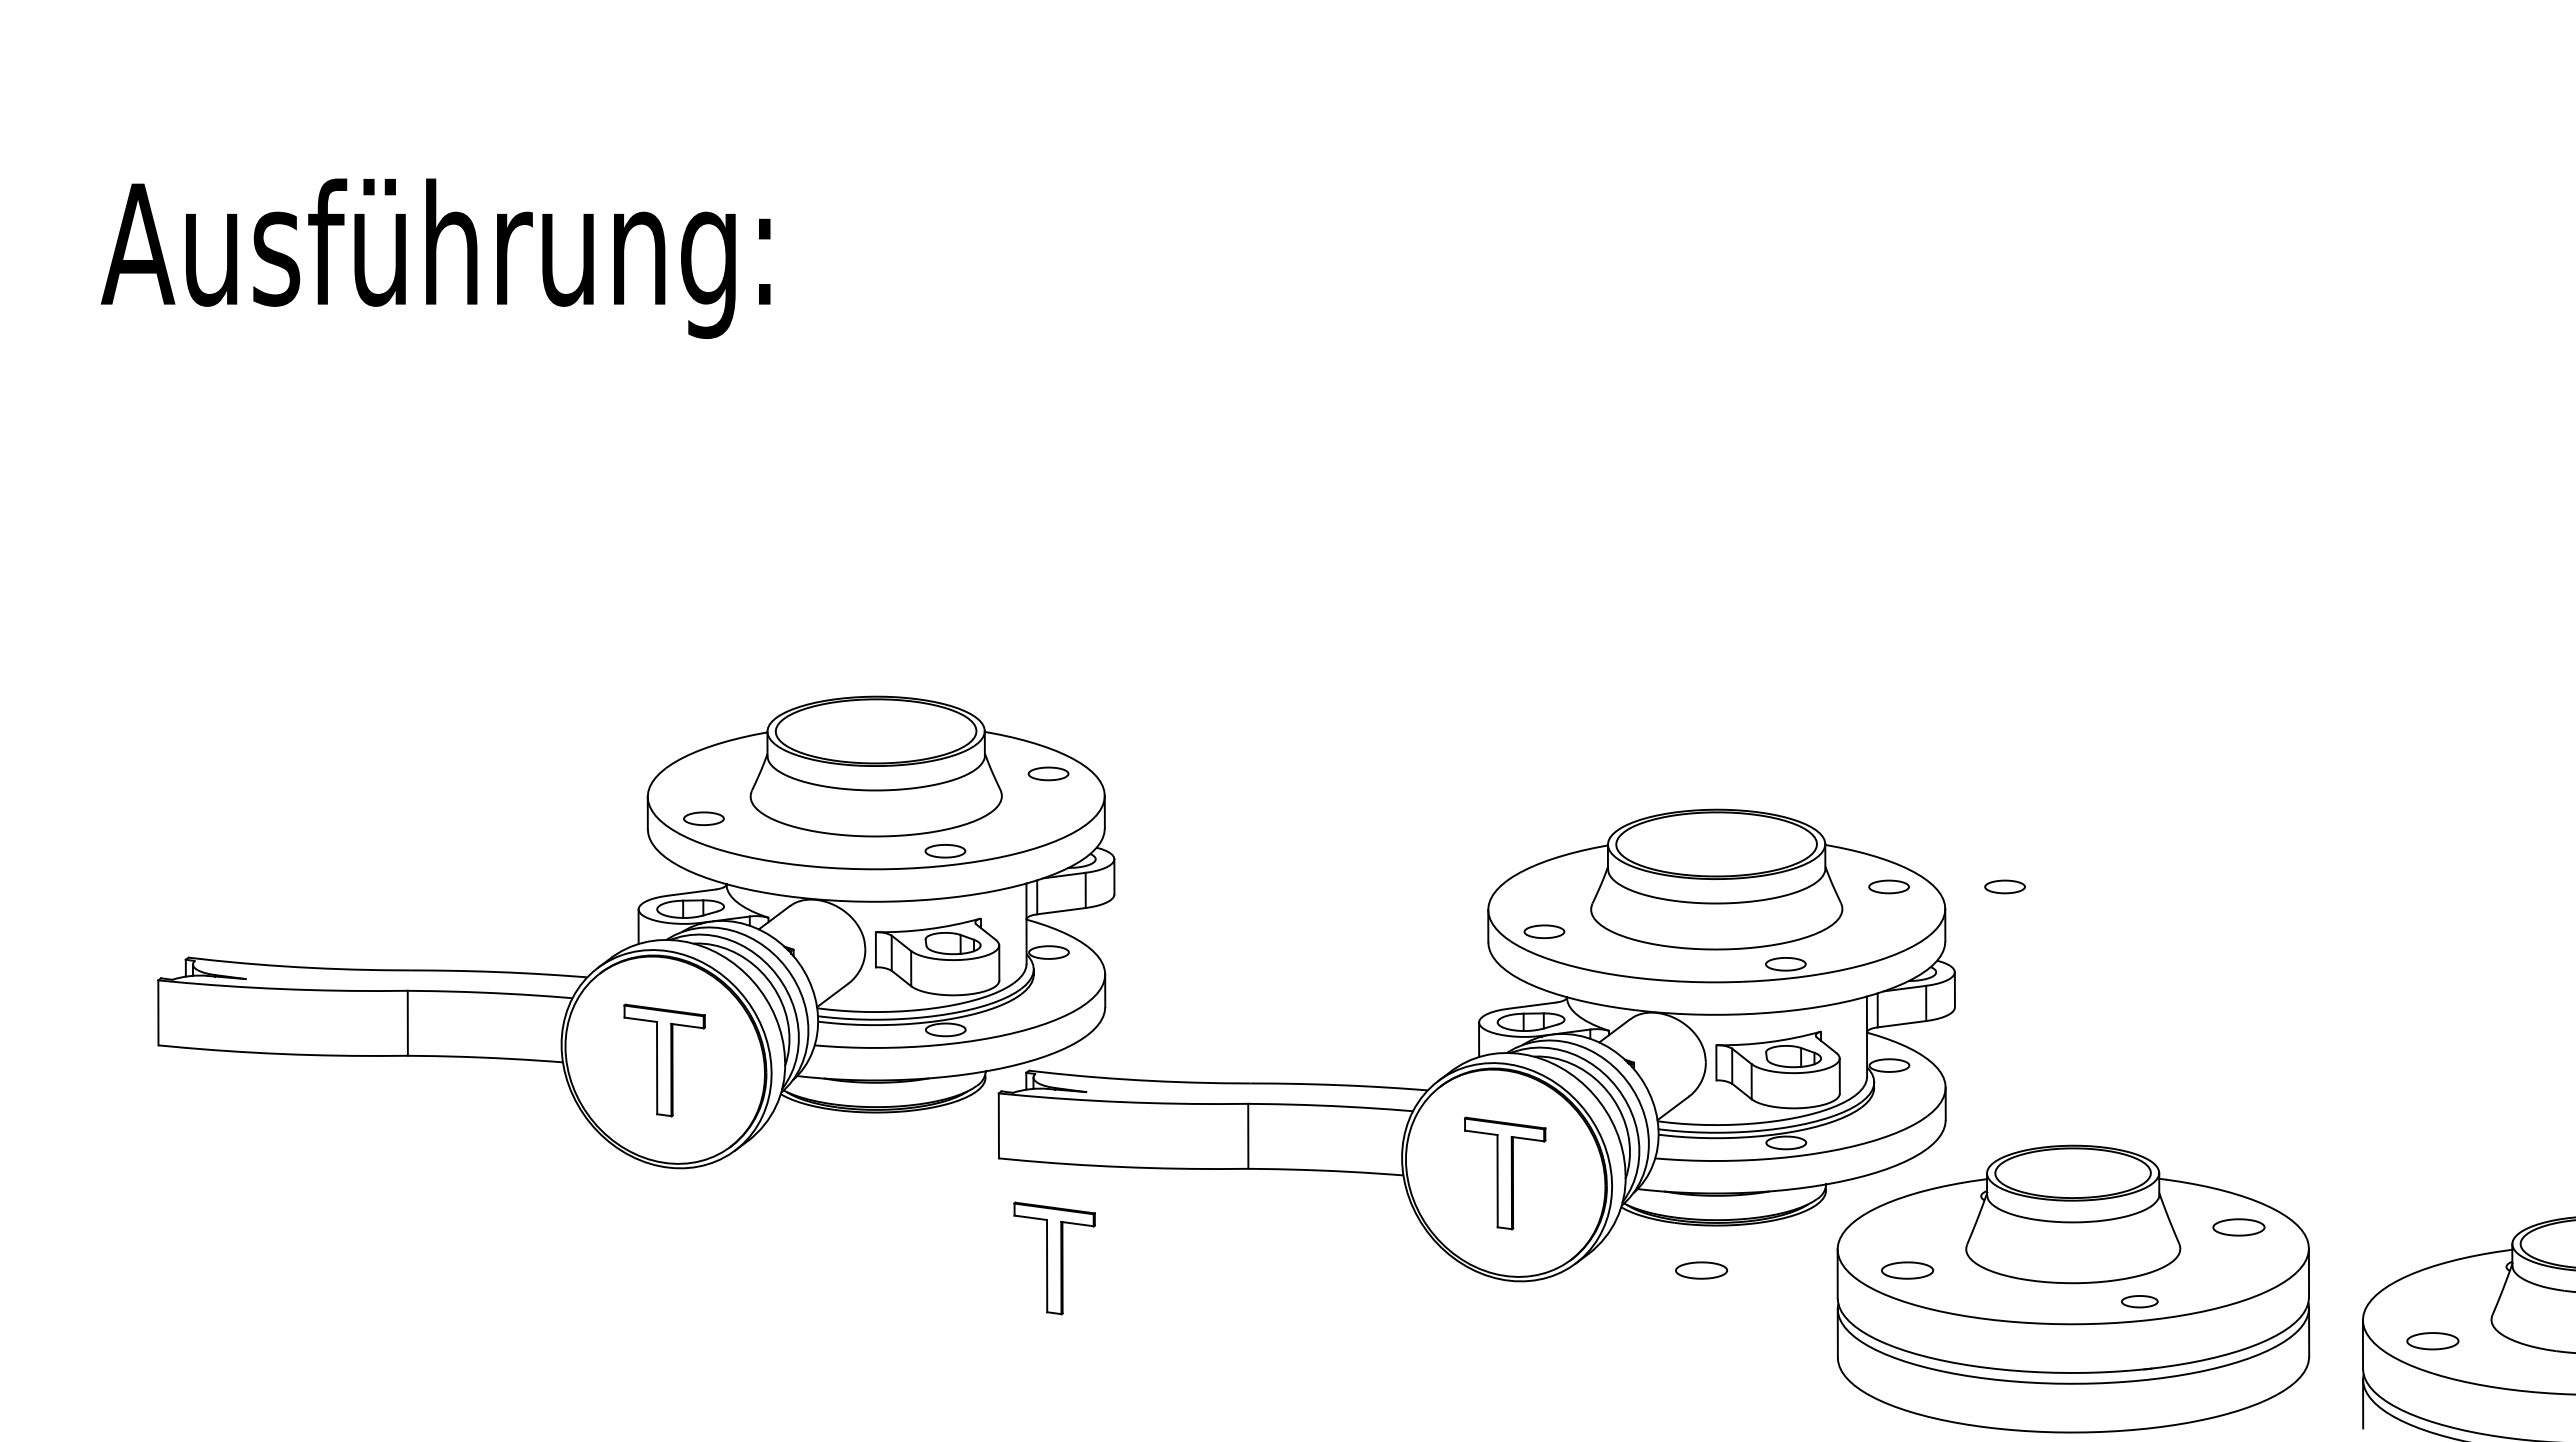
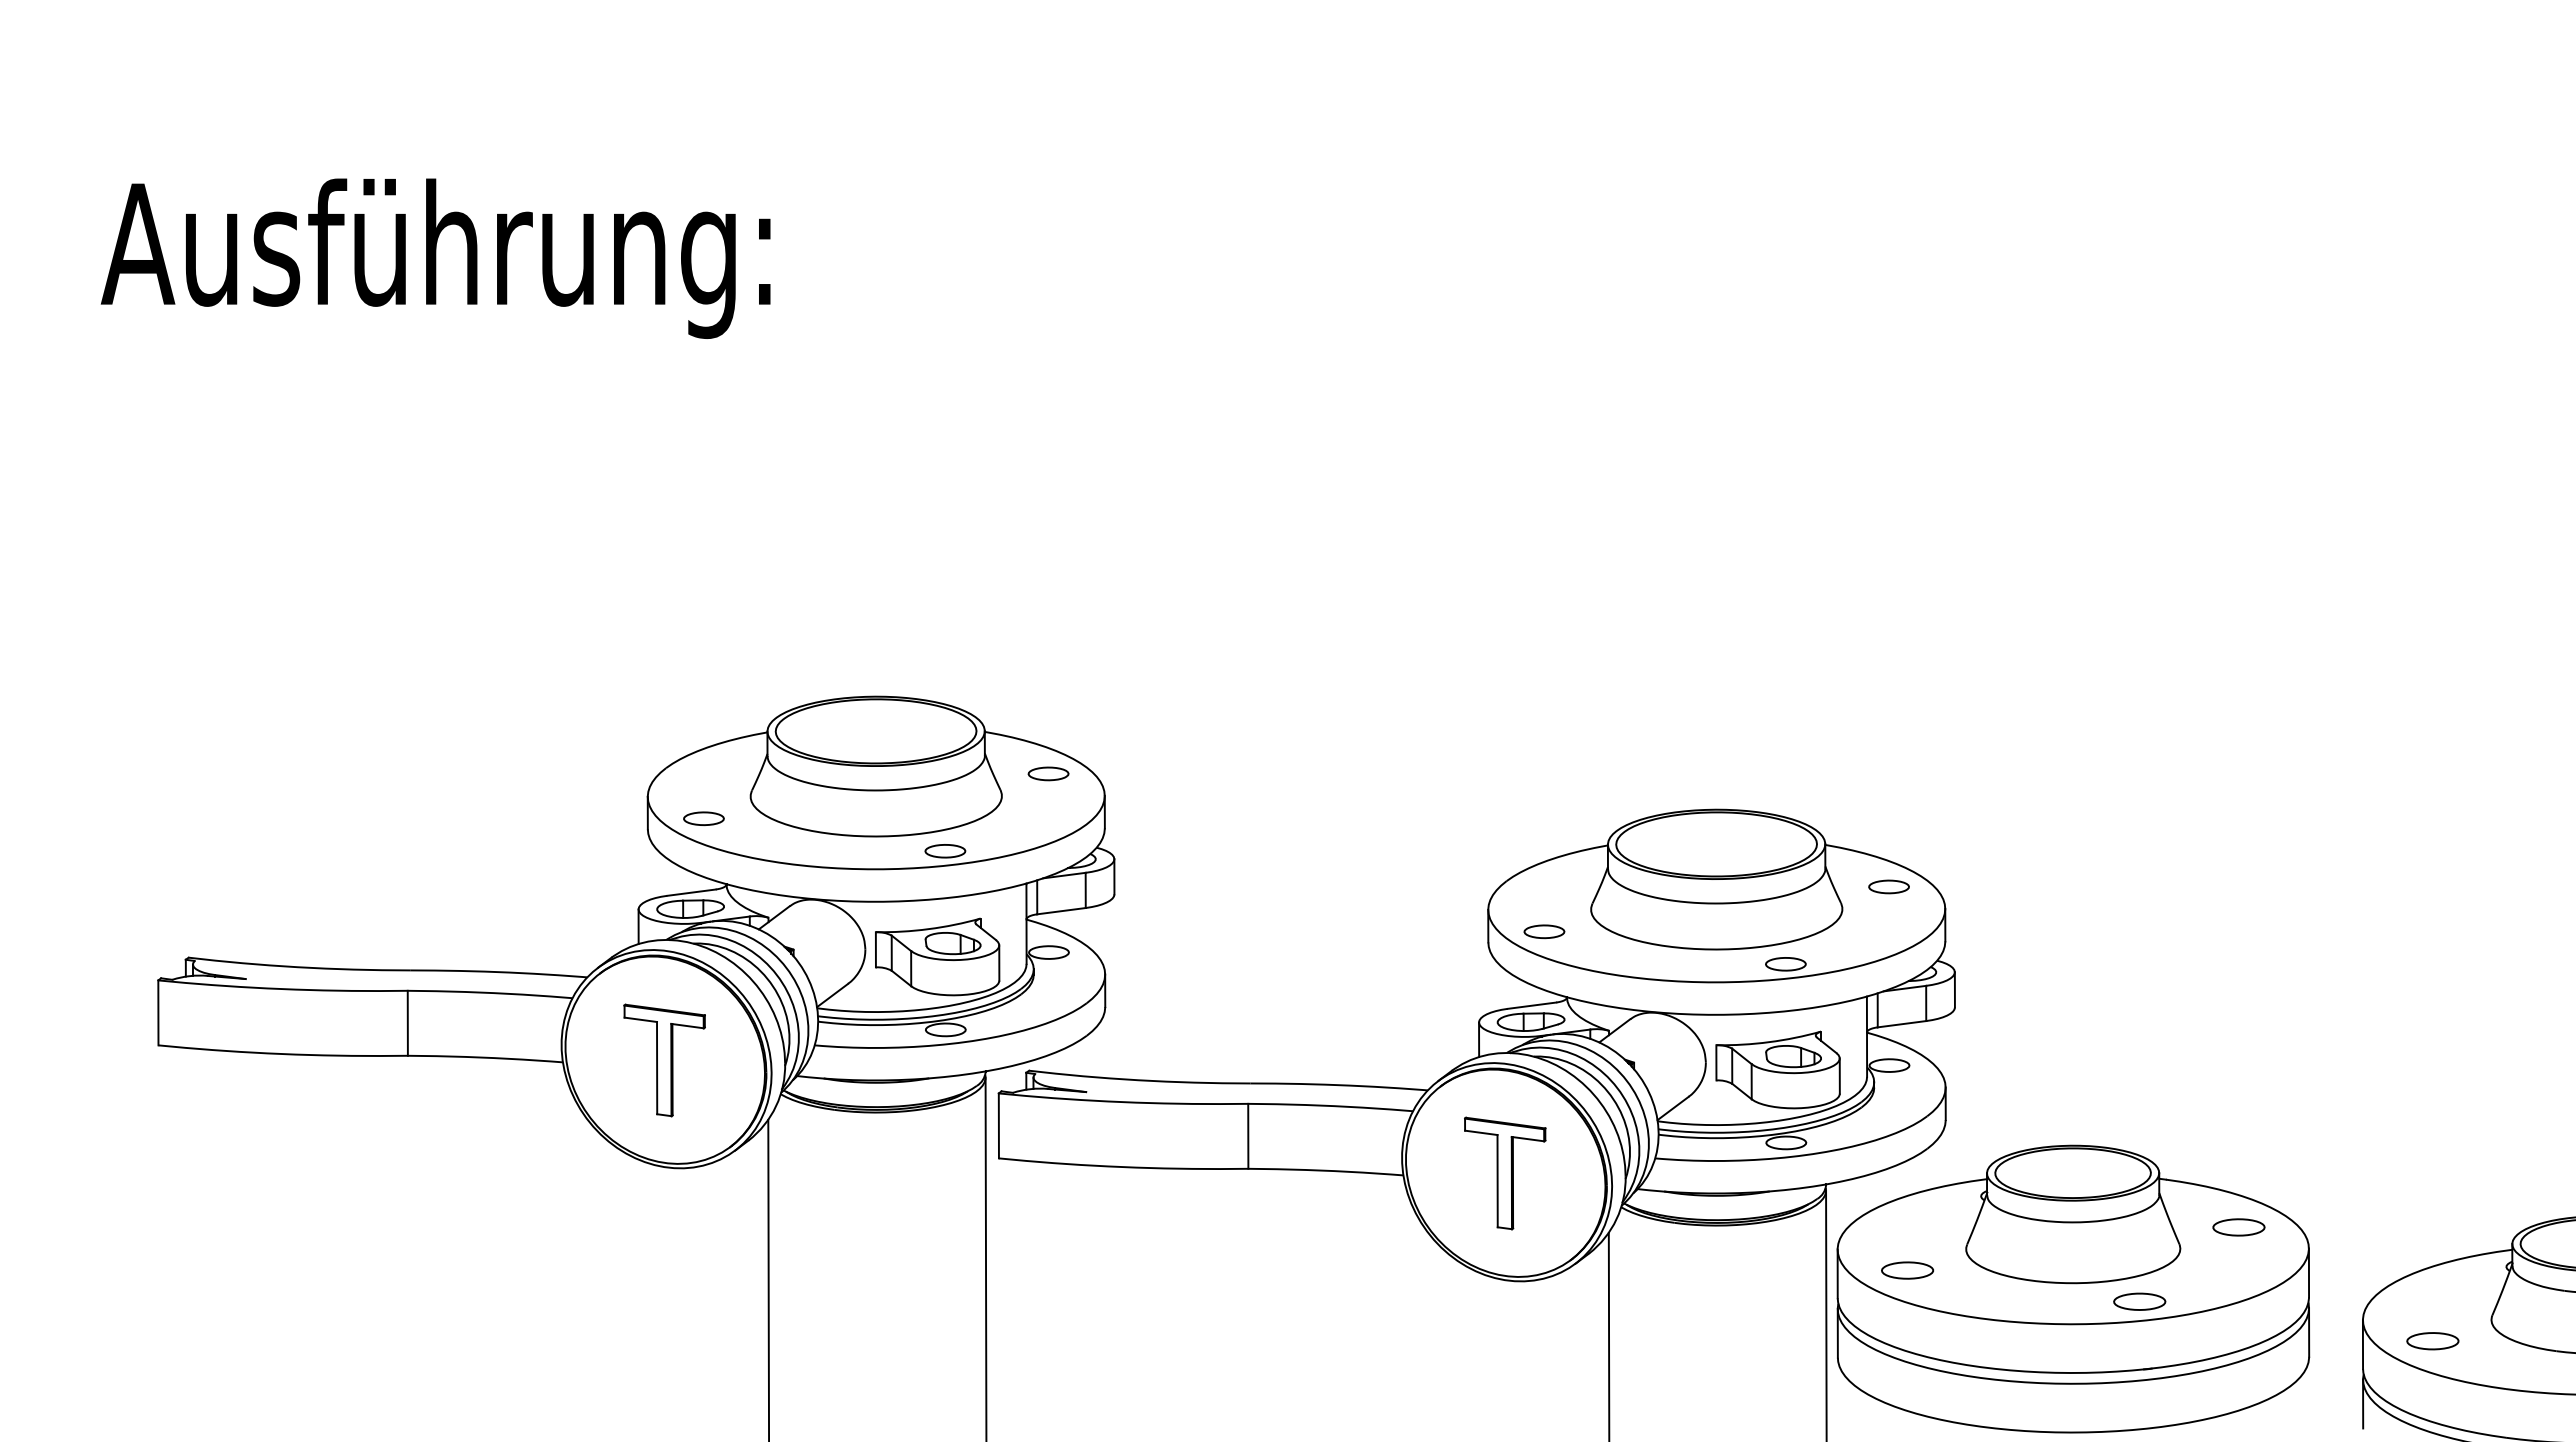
part at (2004, 886): present -> none
line at (985, 1257): none -> present
part at (1054, 1258): present -> none
part at (1701, 1270): present -> none
line at (768, 1278): none -> present
part at (2139, 1301) size: 38x14 px -> 54x19 px
line at (1826, 1314): none -> present
line at (1608, 1335): none -> present
